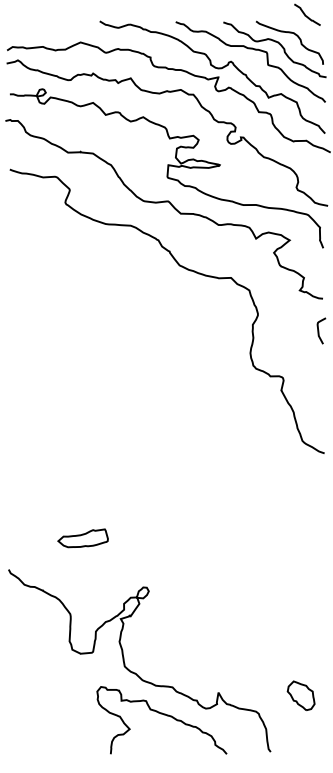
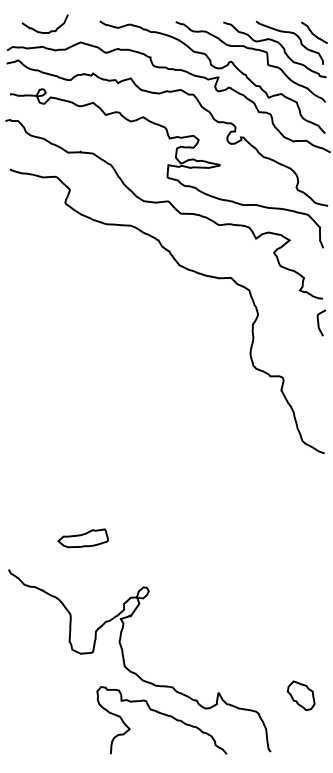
curve at (306, 15) position: (306, 15) -> (313, 33)
curve at (41, 31): none -> present
curve at (319, 330) position: (319, 330) -> (319, 322)
